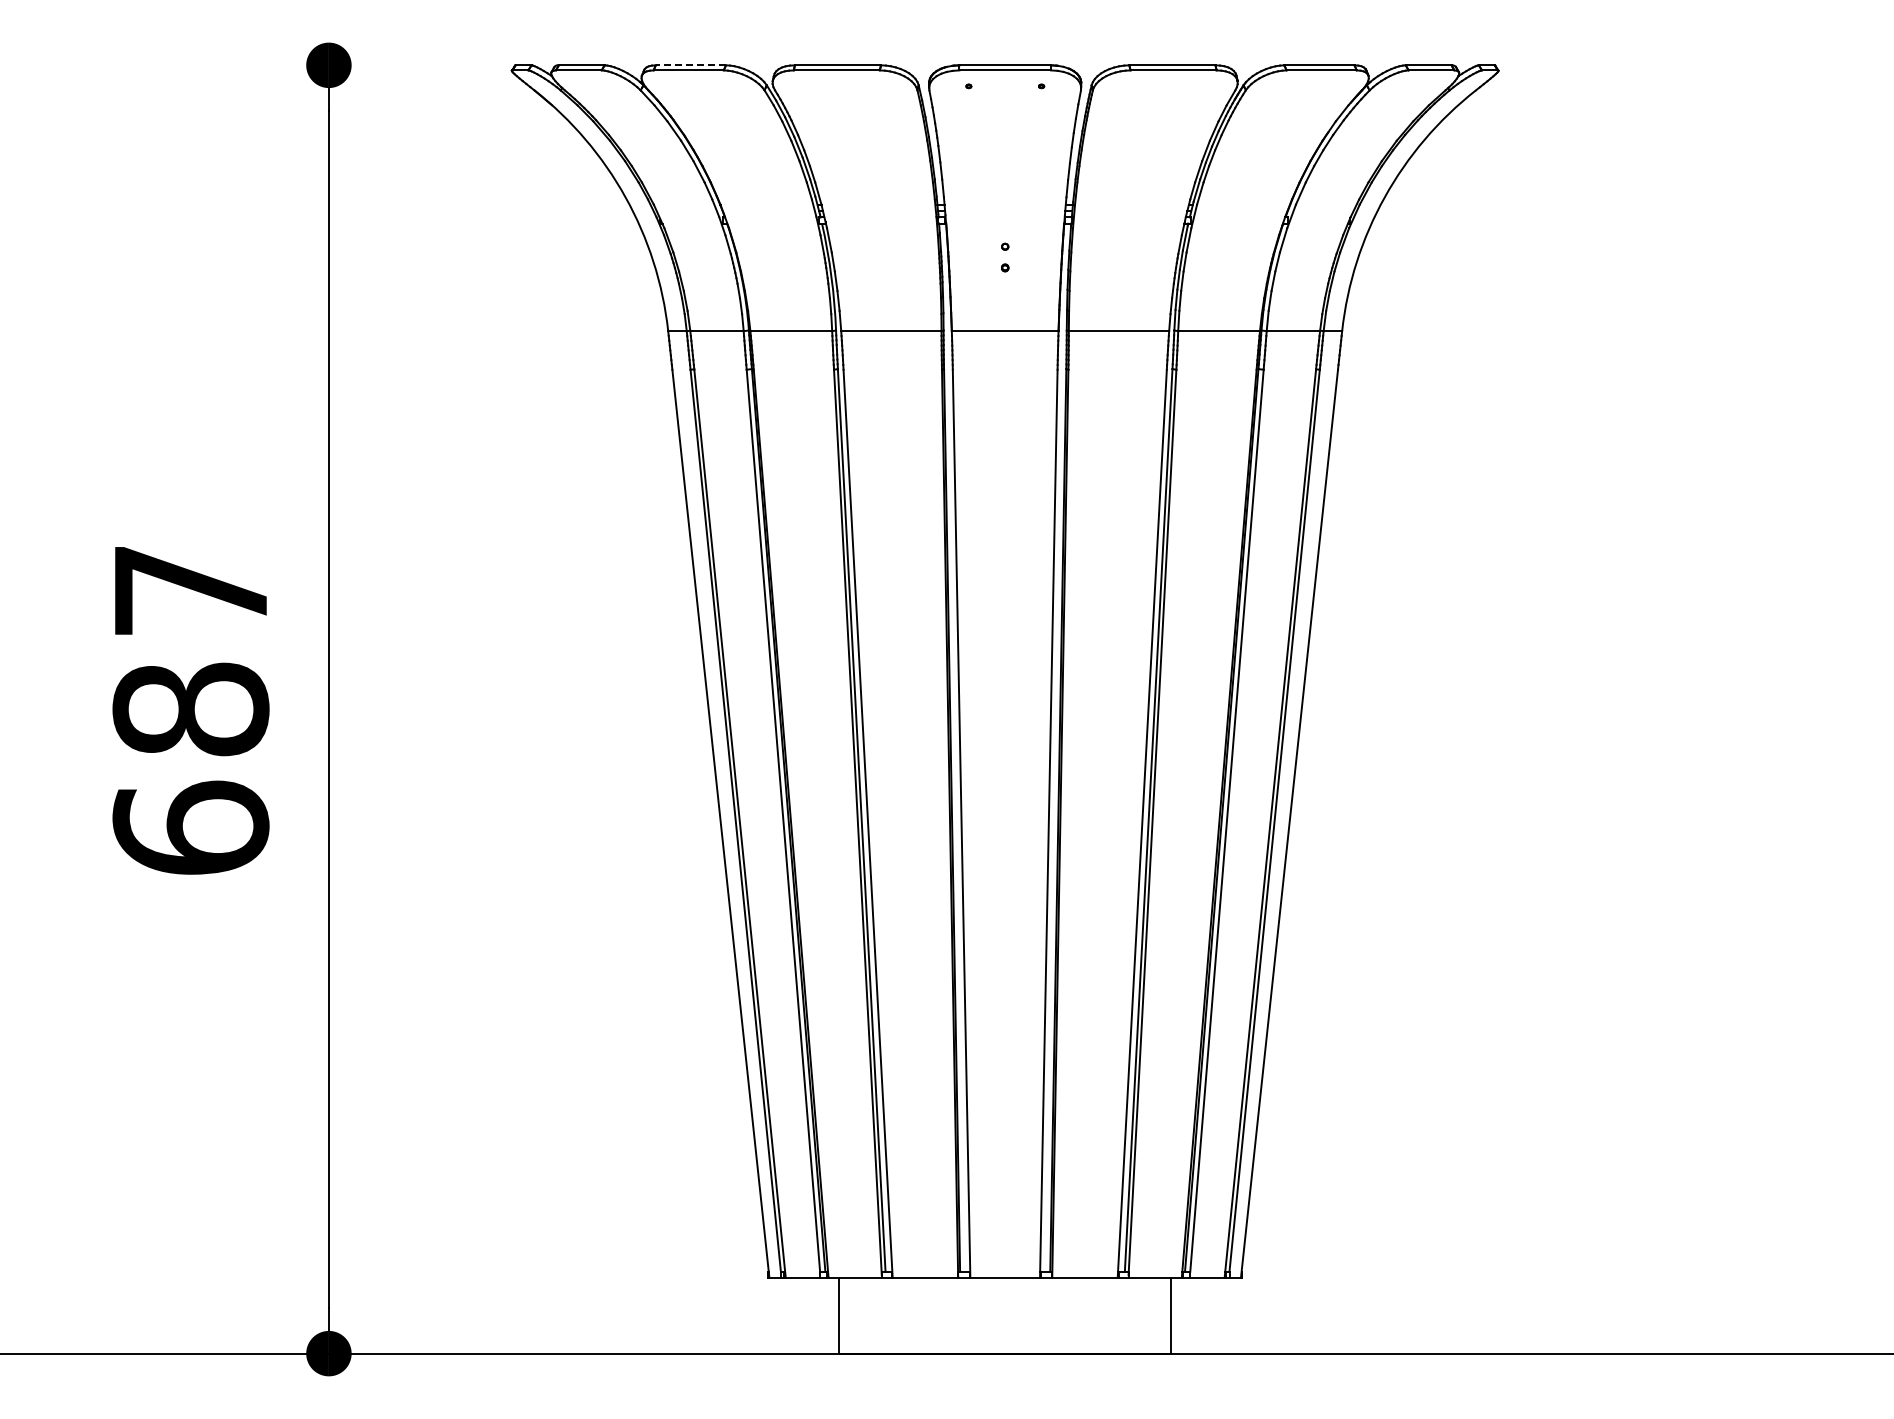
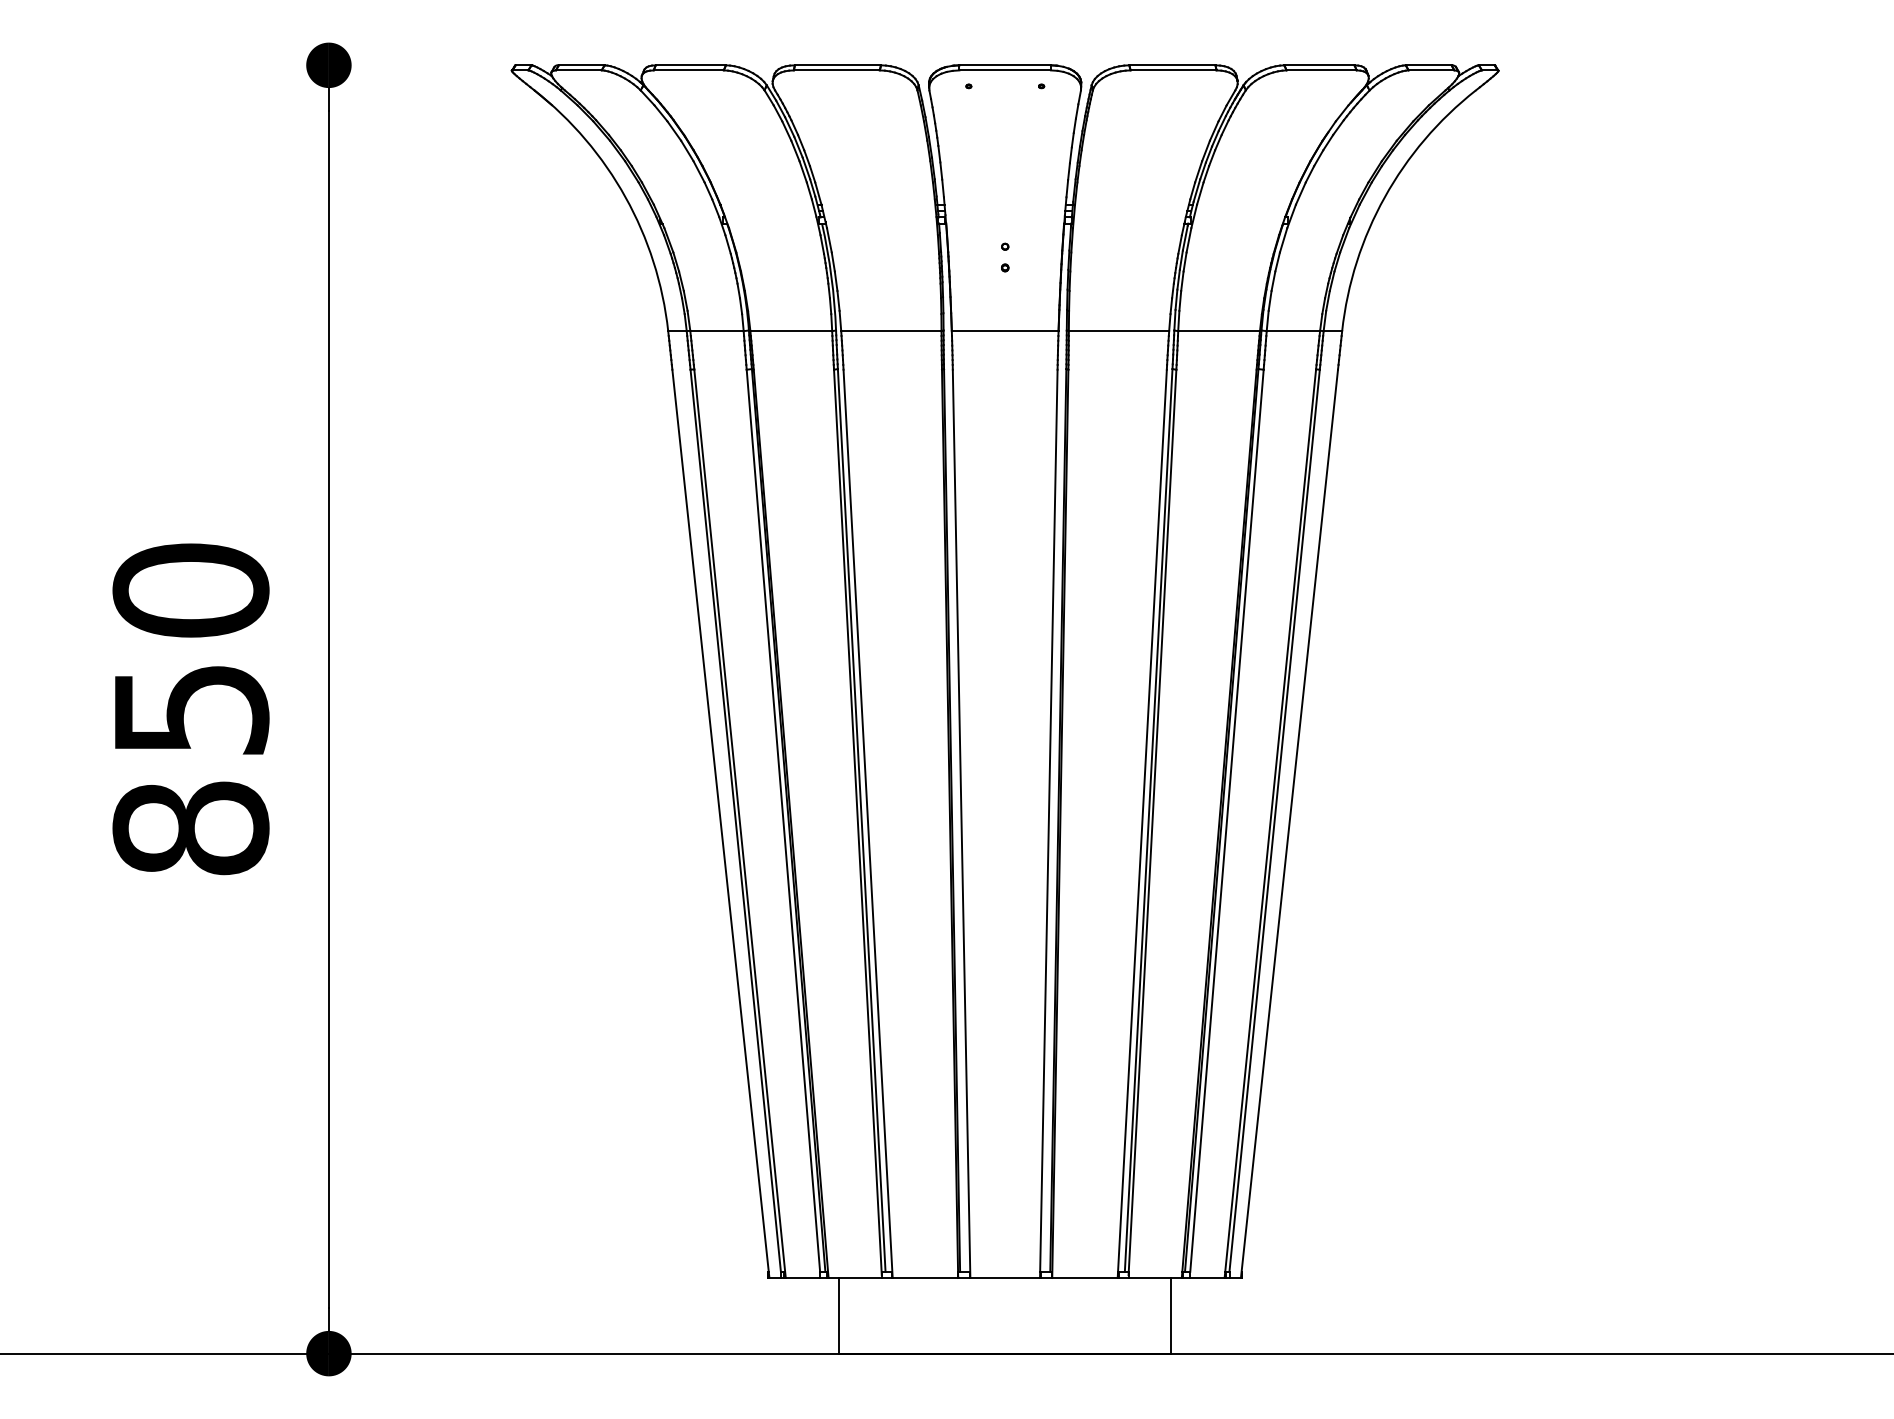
line at (690, 65): dashed -> solid
text at (190, 709): 687 -> 850
